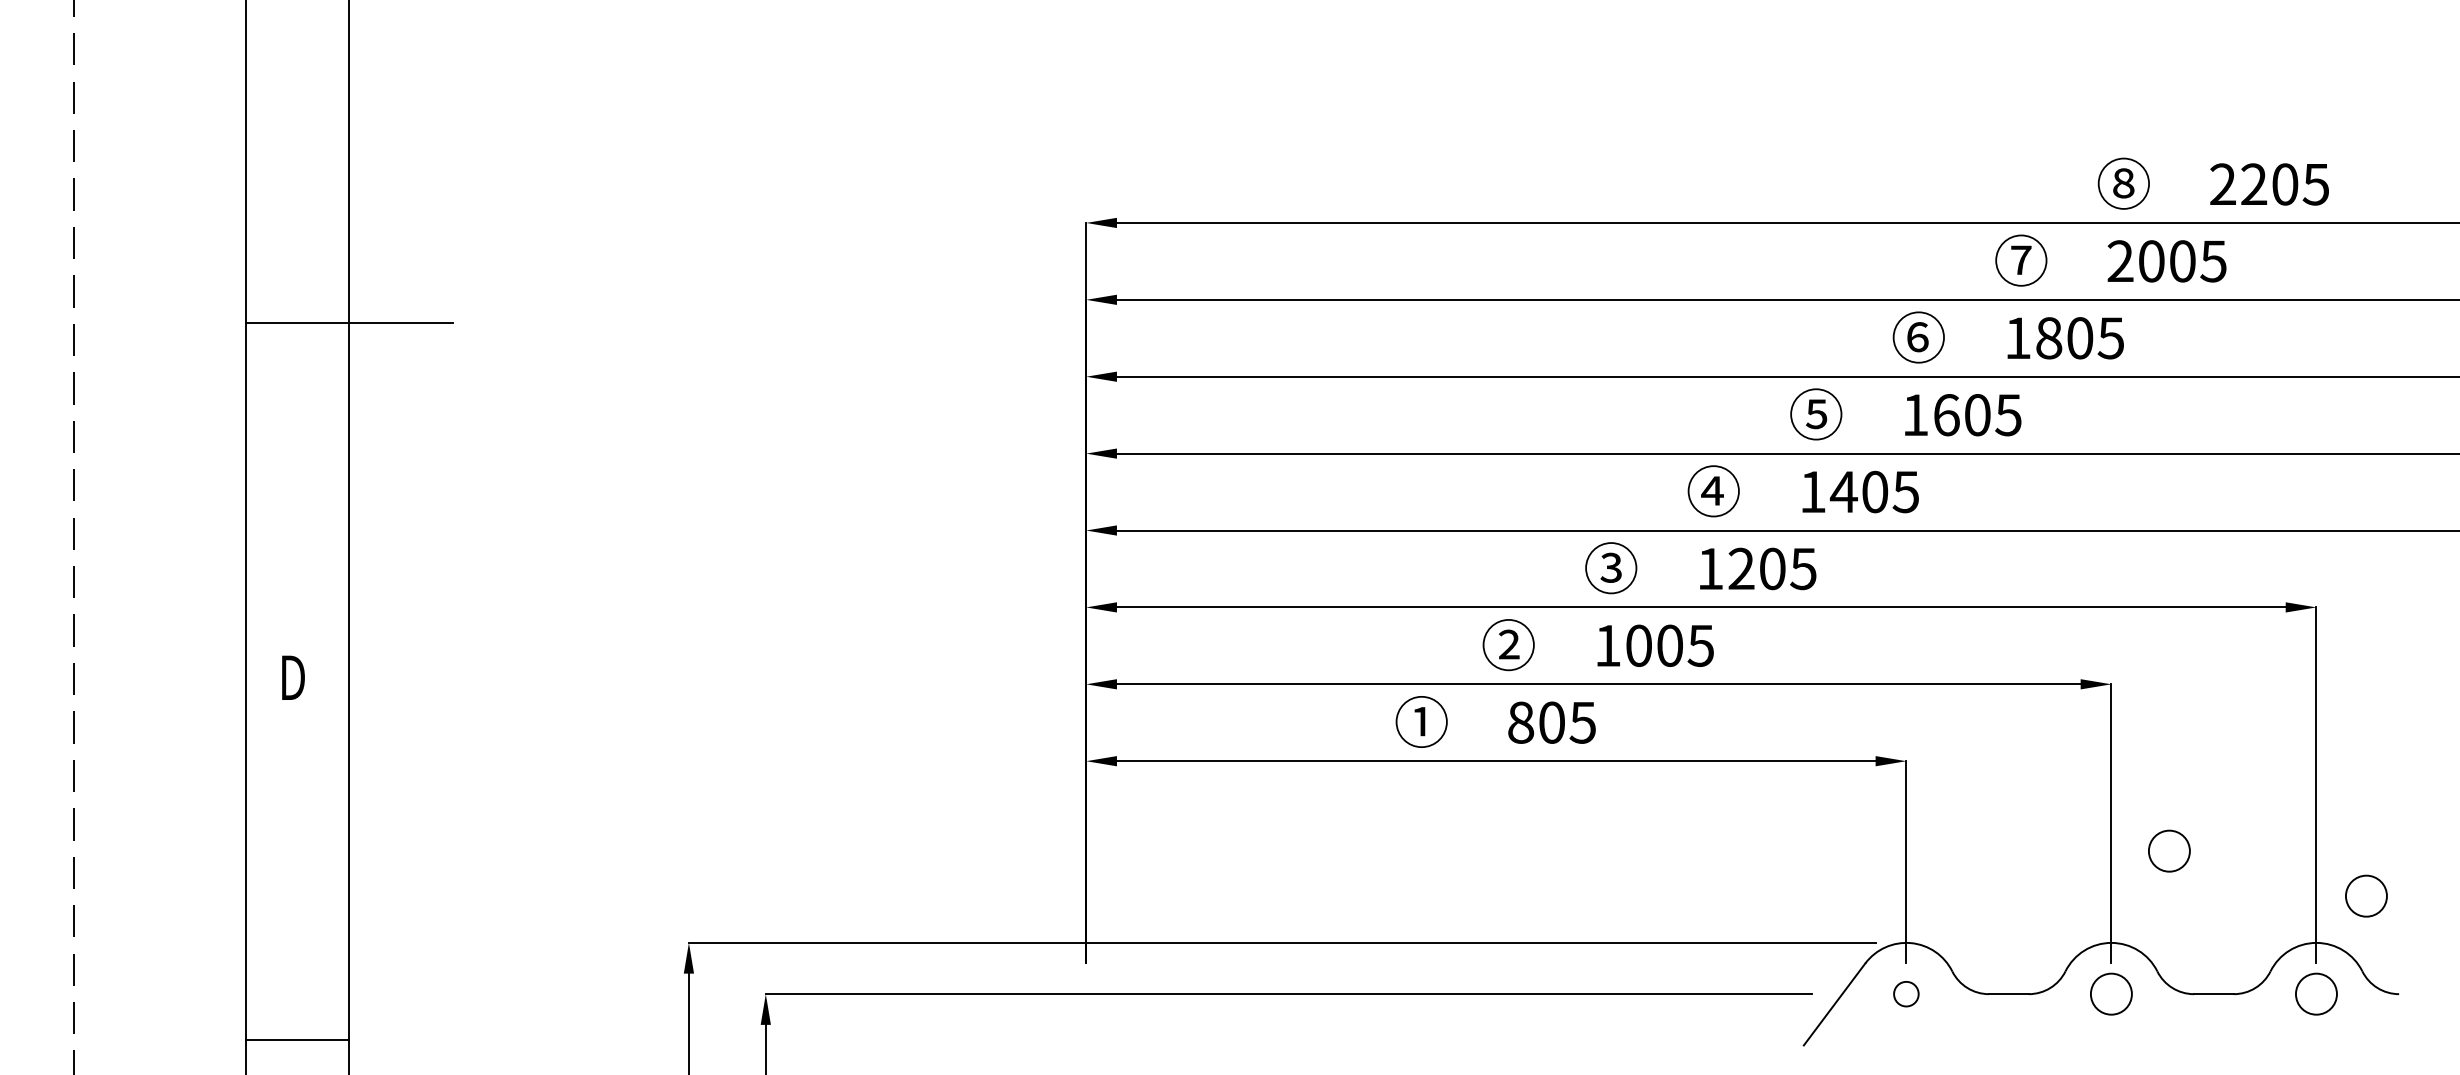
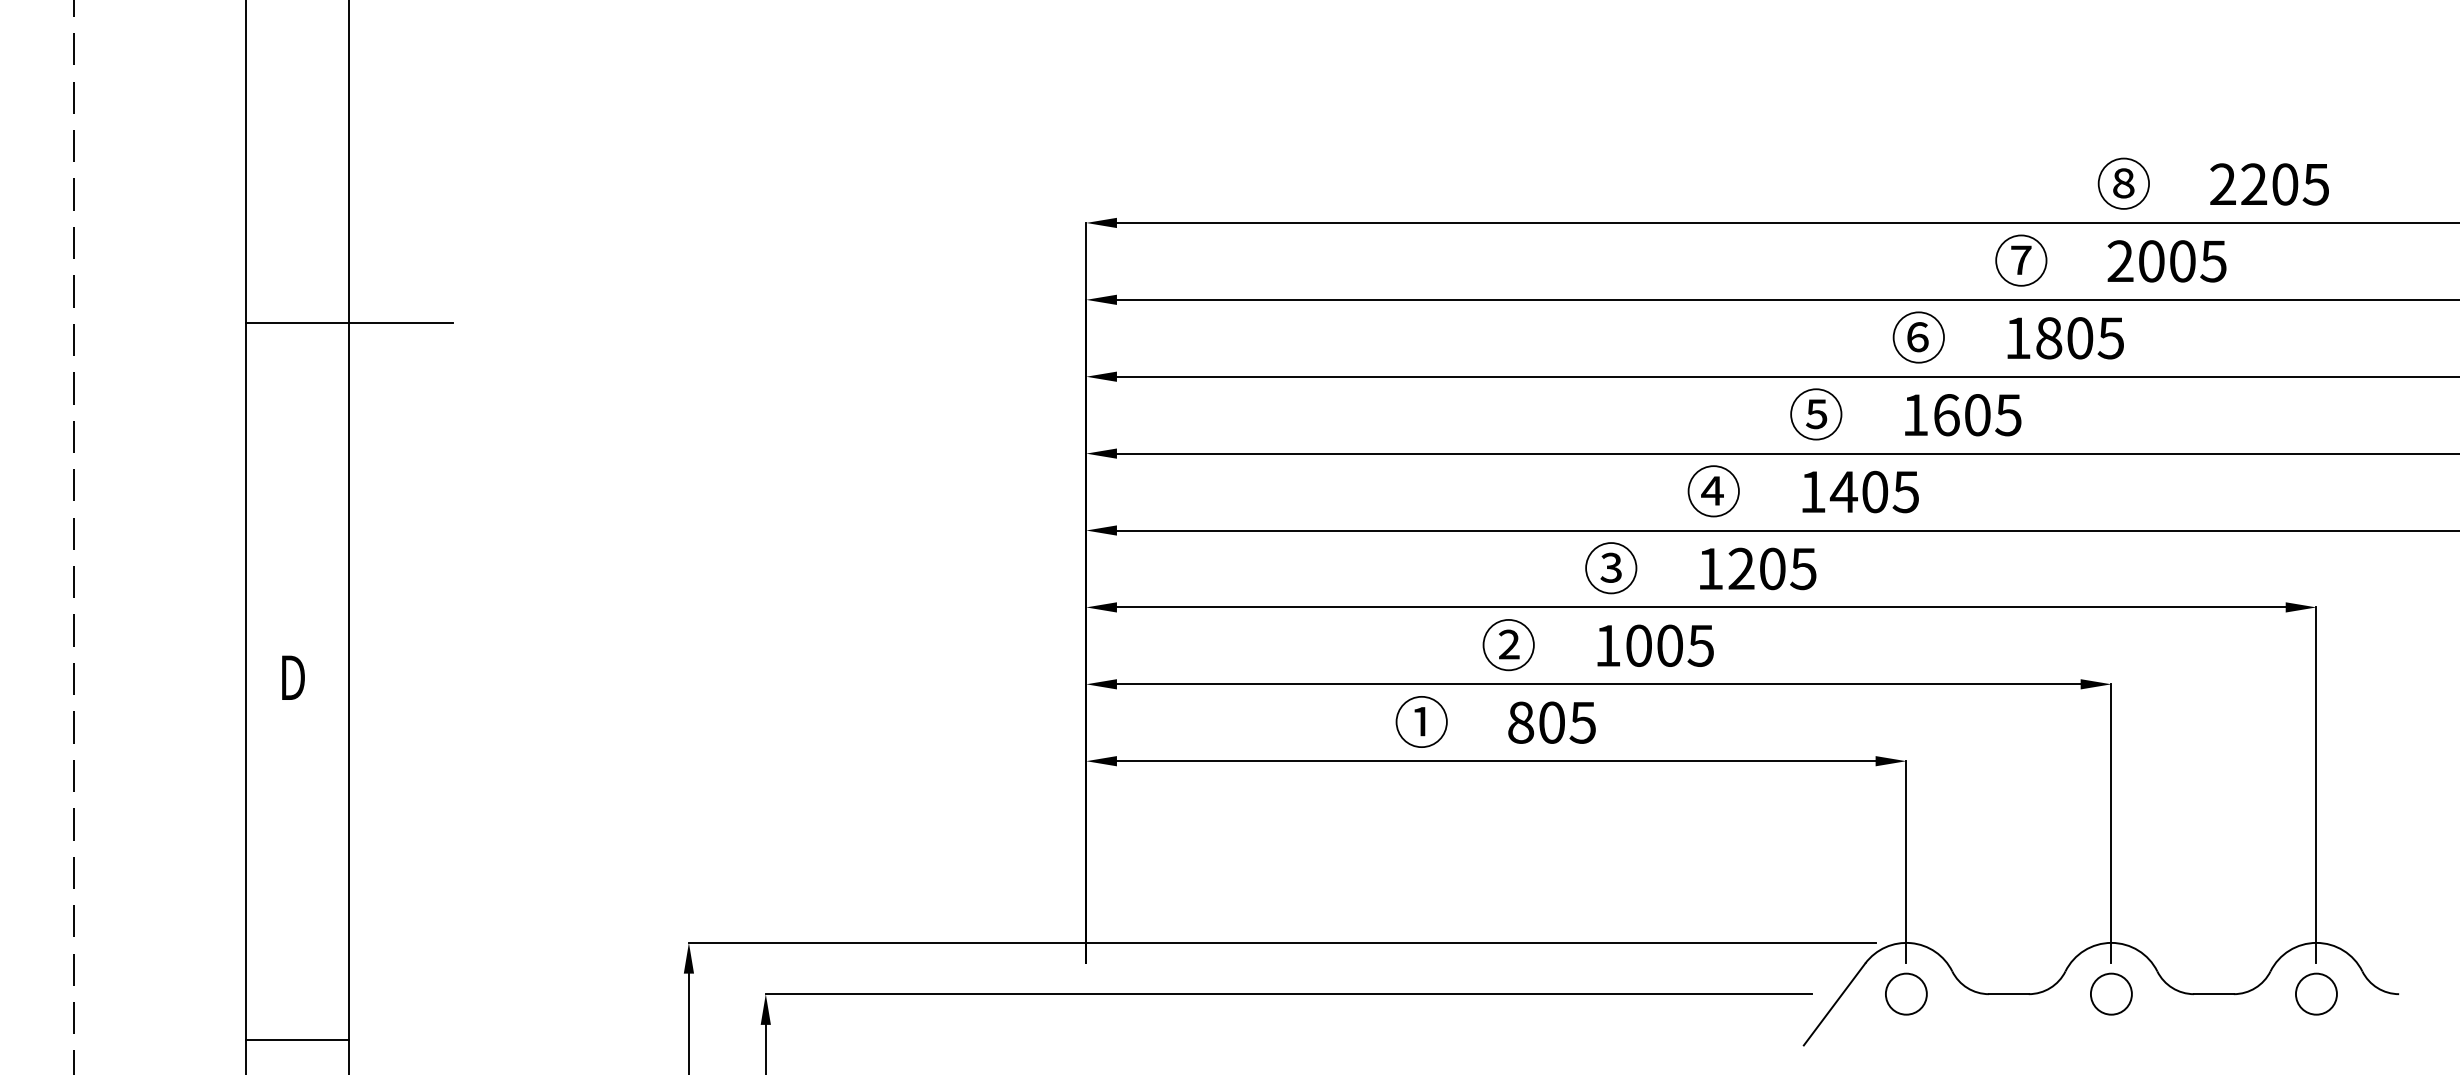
circle at (2169, 850): present -> none
circle at (2366, 895): present -> none
circle at (1906, 993) diameter: 25 px -> 41 px
